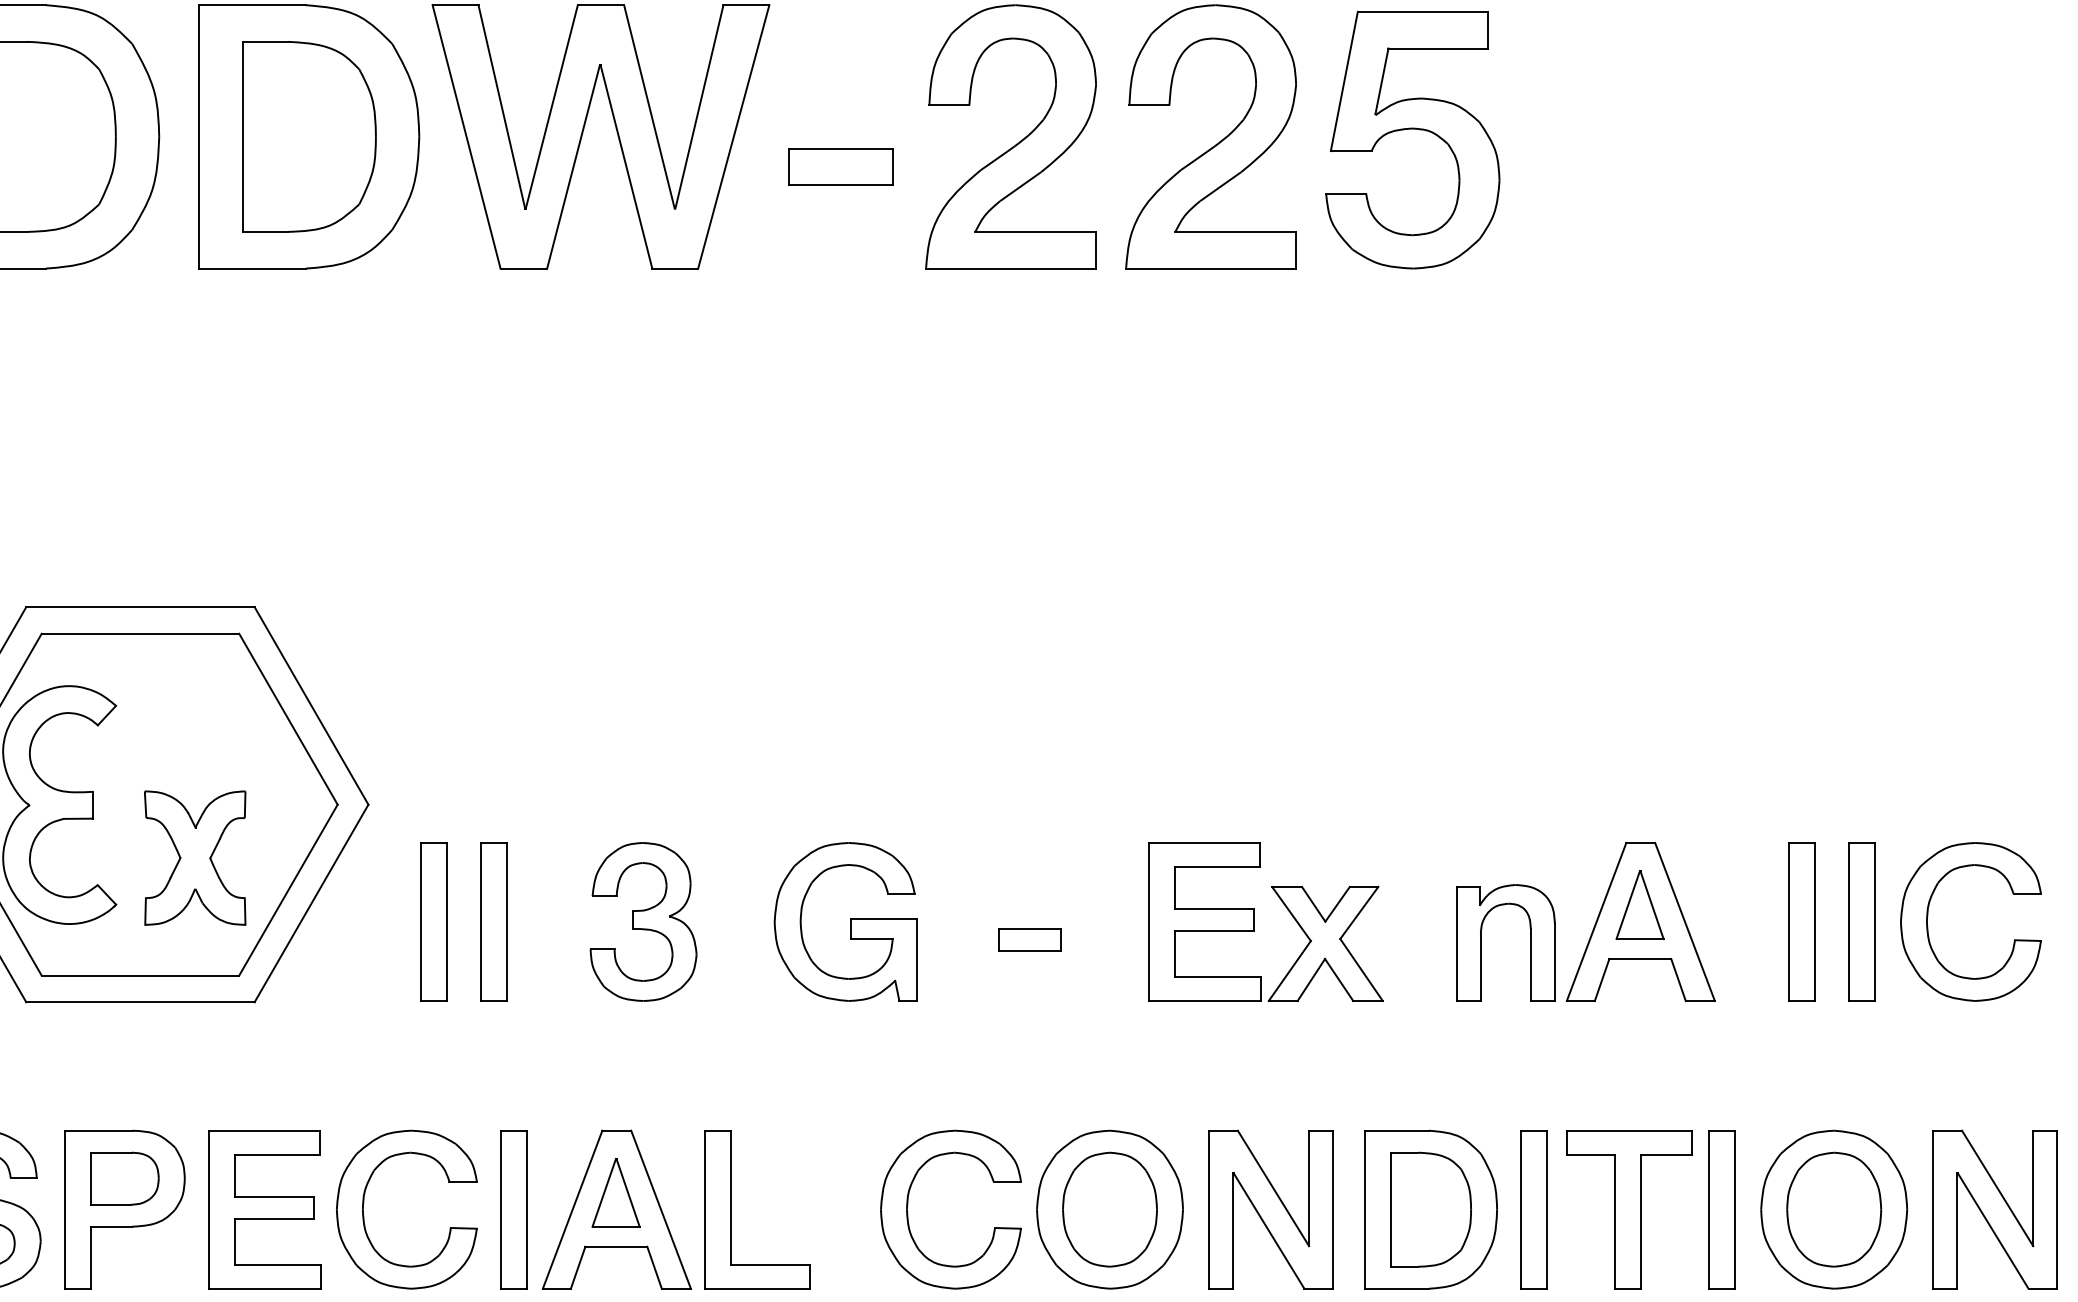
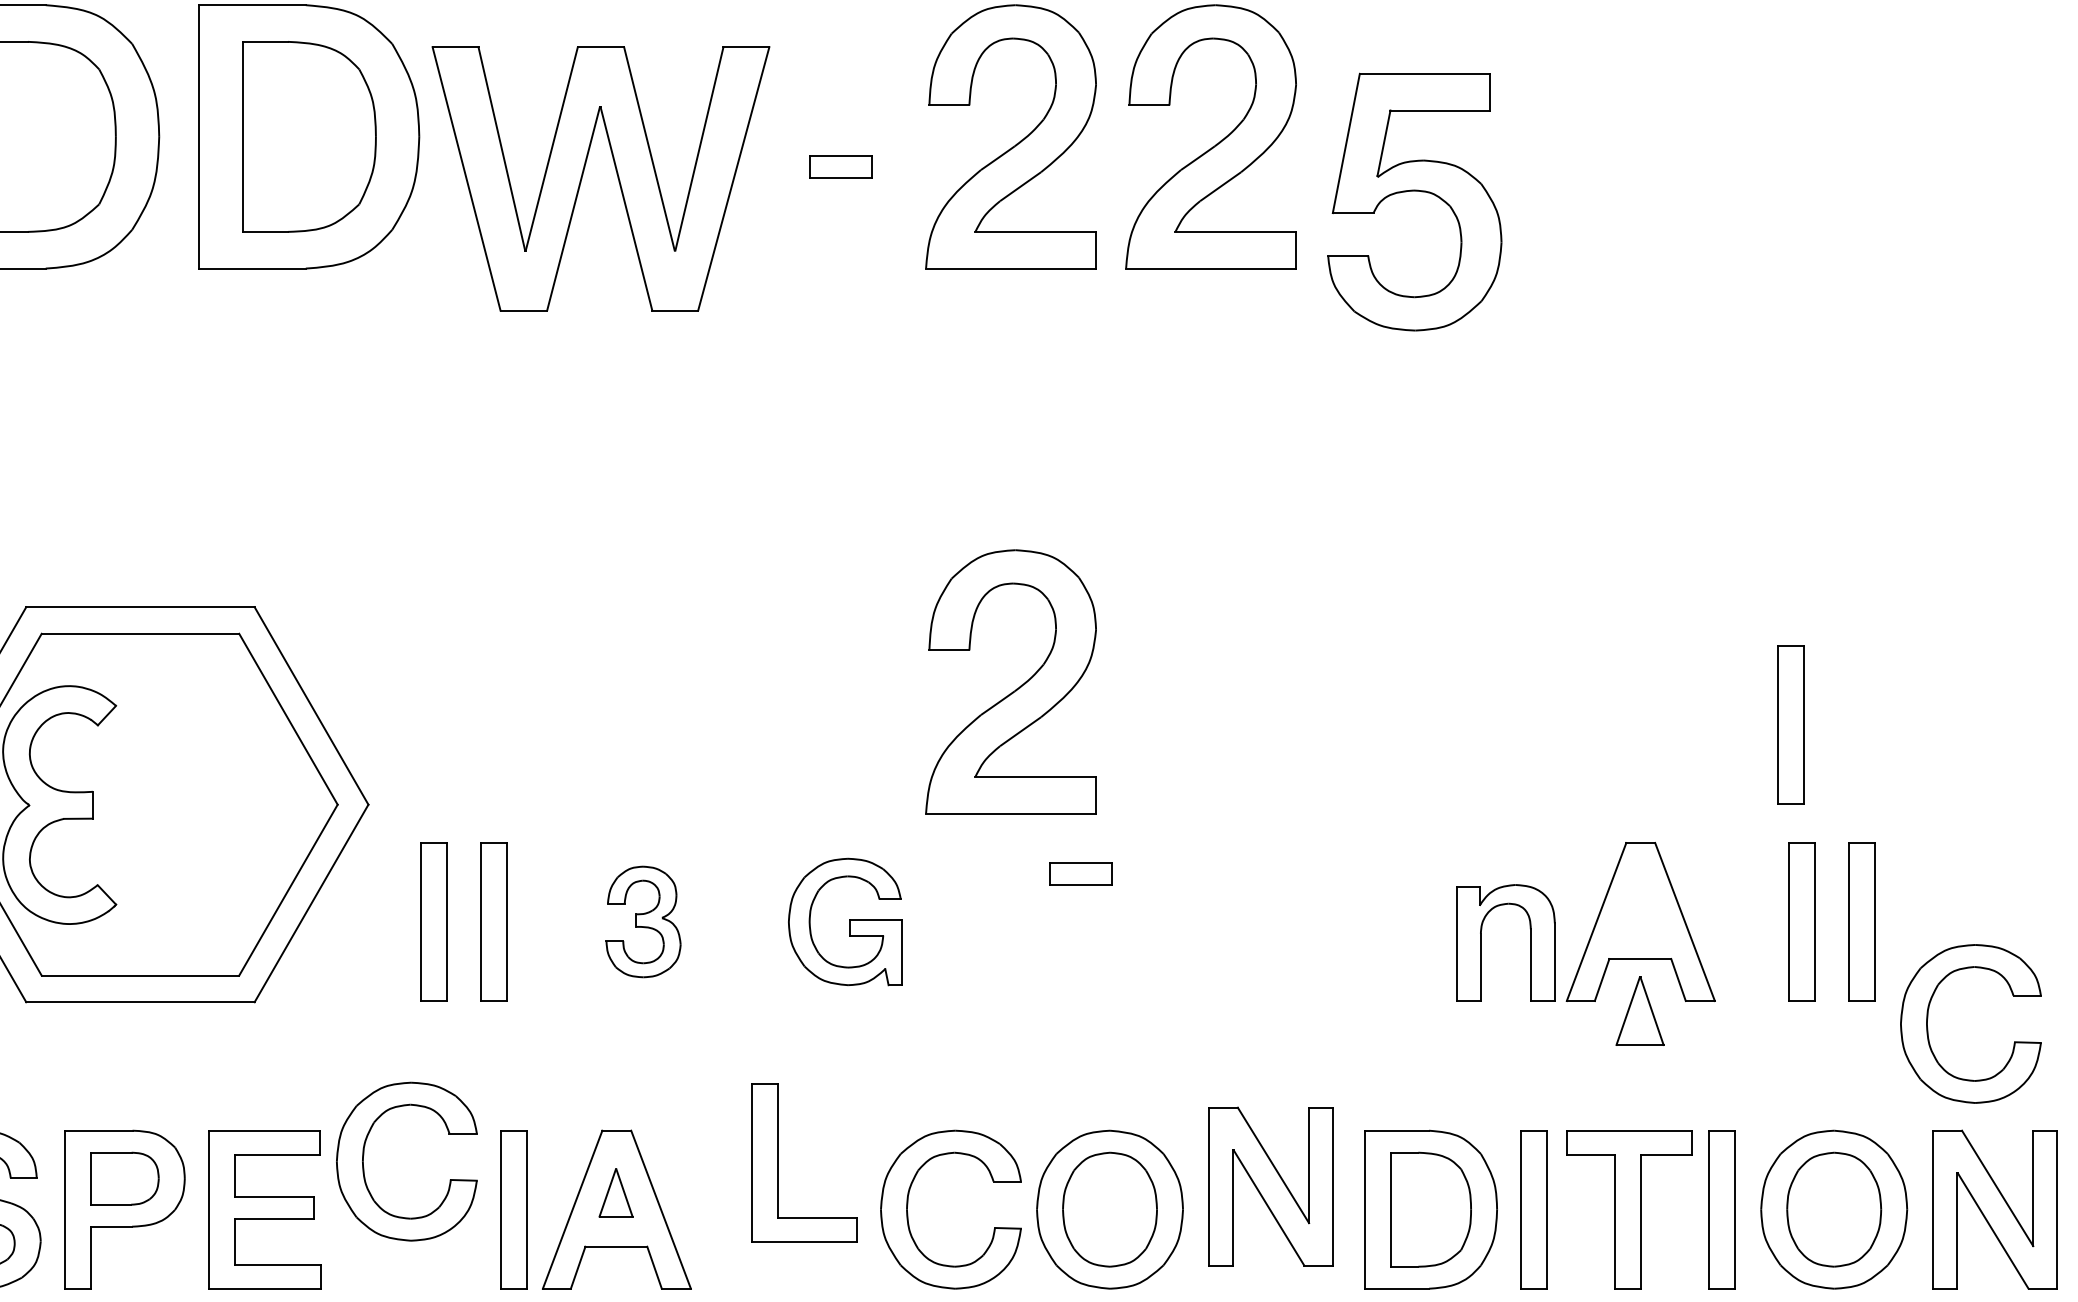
part at (1412, 129) position: (1412, 129) -> (1414, 191)
part at (616, 132) position: (616, 132) -> (616, 174)
part at (840, 166) size: 106x38 px -> 64x24 px
part at (1016, 688): none -> present
part at (1790, 724): none -> present
part at (195, 857): present -> none
part at (1639, 904) position: (1639, 904) -> (1639, 1010)
part at (1928, 916) position: (1928, 916) -> (1928, 1018)
part at (643, 921) size: 109x160 px -> 77x114 px
part at (845, 921) size: 145x160 px -> 115x130 px
part at (1254, 922): present -> none
part at (1029, 939) position: (1029, 939) -> (1080, 873)
part at (615, 1192) size: 50x70 px -> 36x50 px
part at (364, 1203) position: (364, 1203) -> (364, 1155)
part at (731, 1209) position: (731, 1209) -> (778, 1162)
part at (1270, 1209) position: (1270, 1209) -> (1270, 1186)
